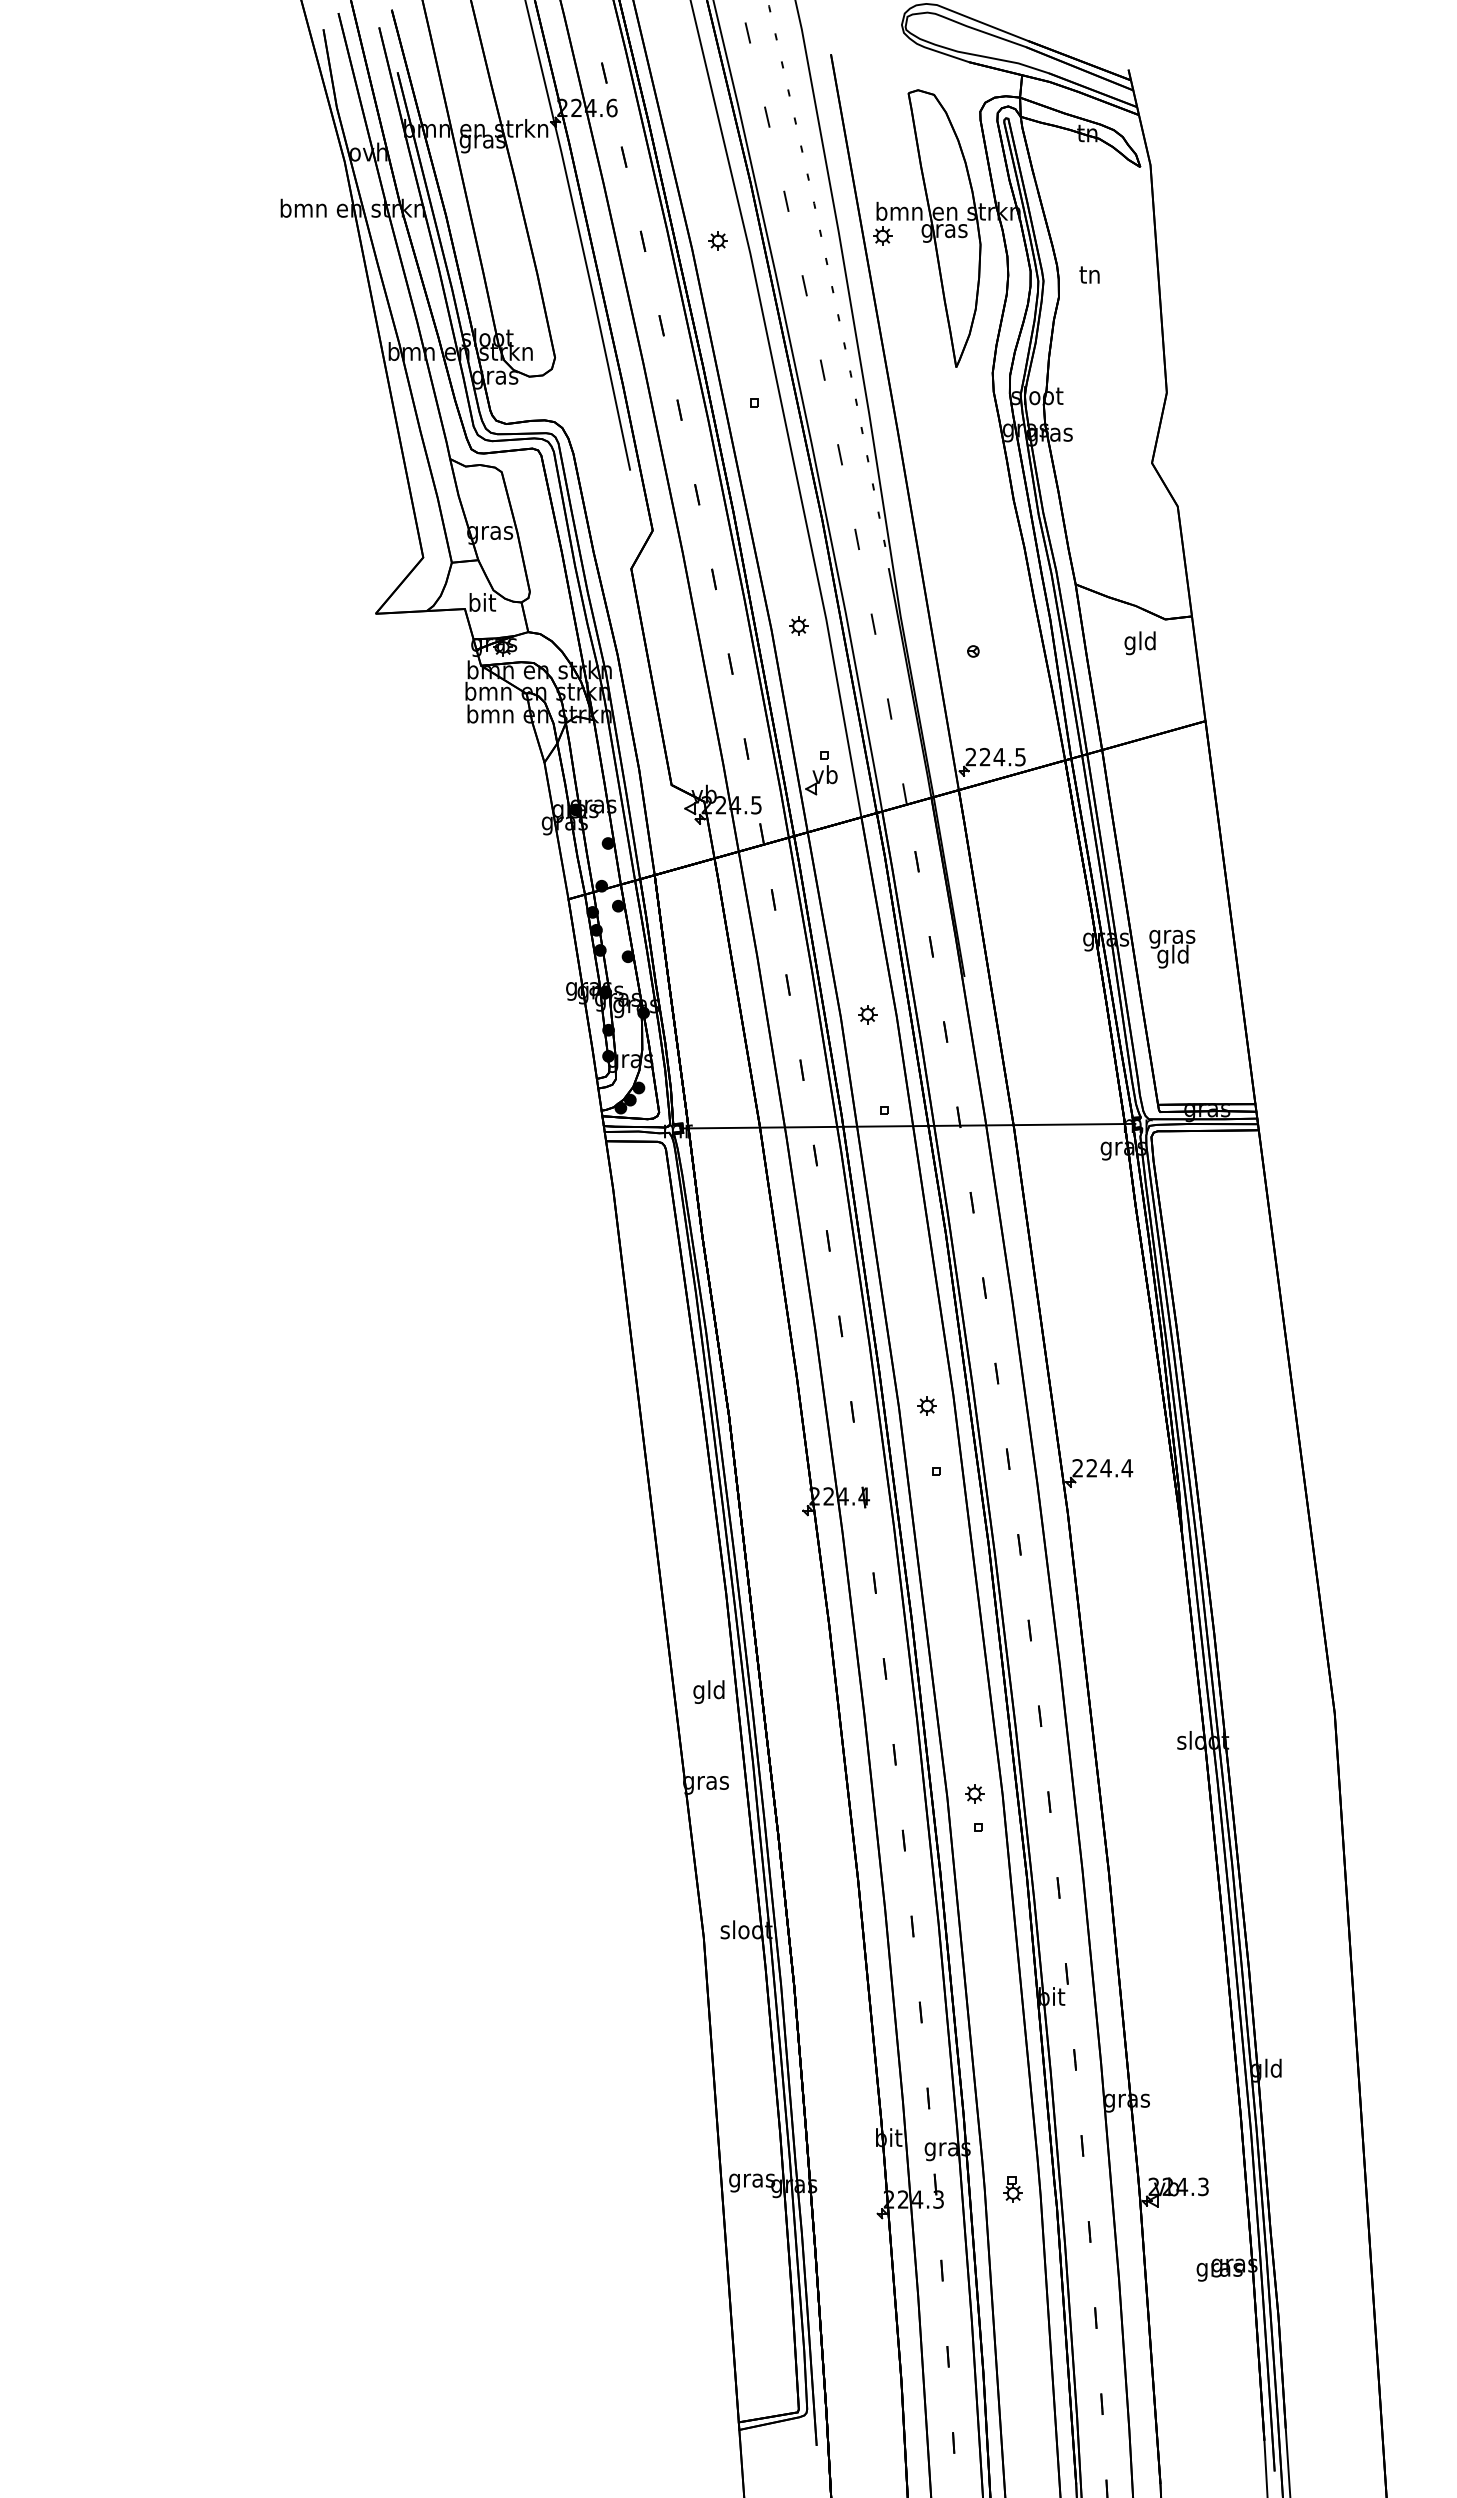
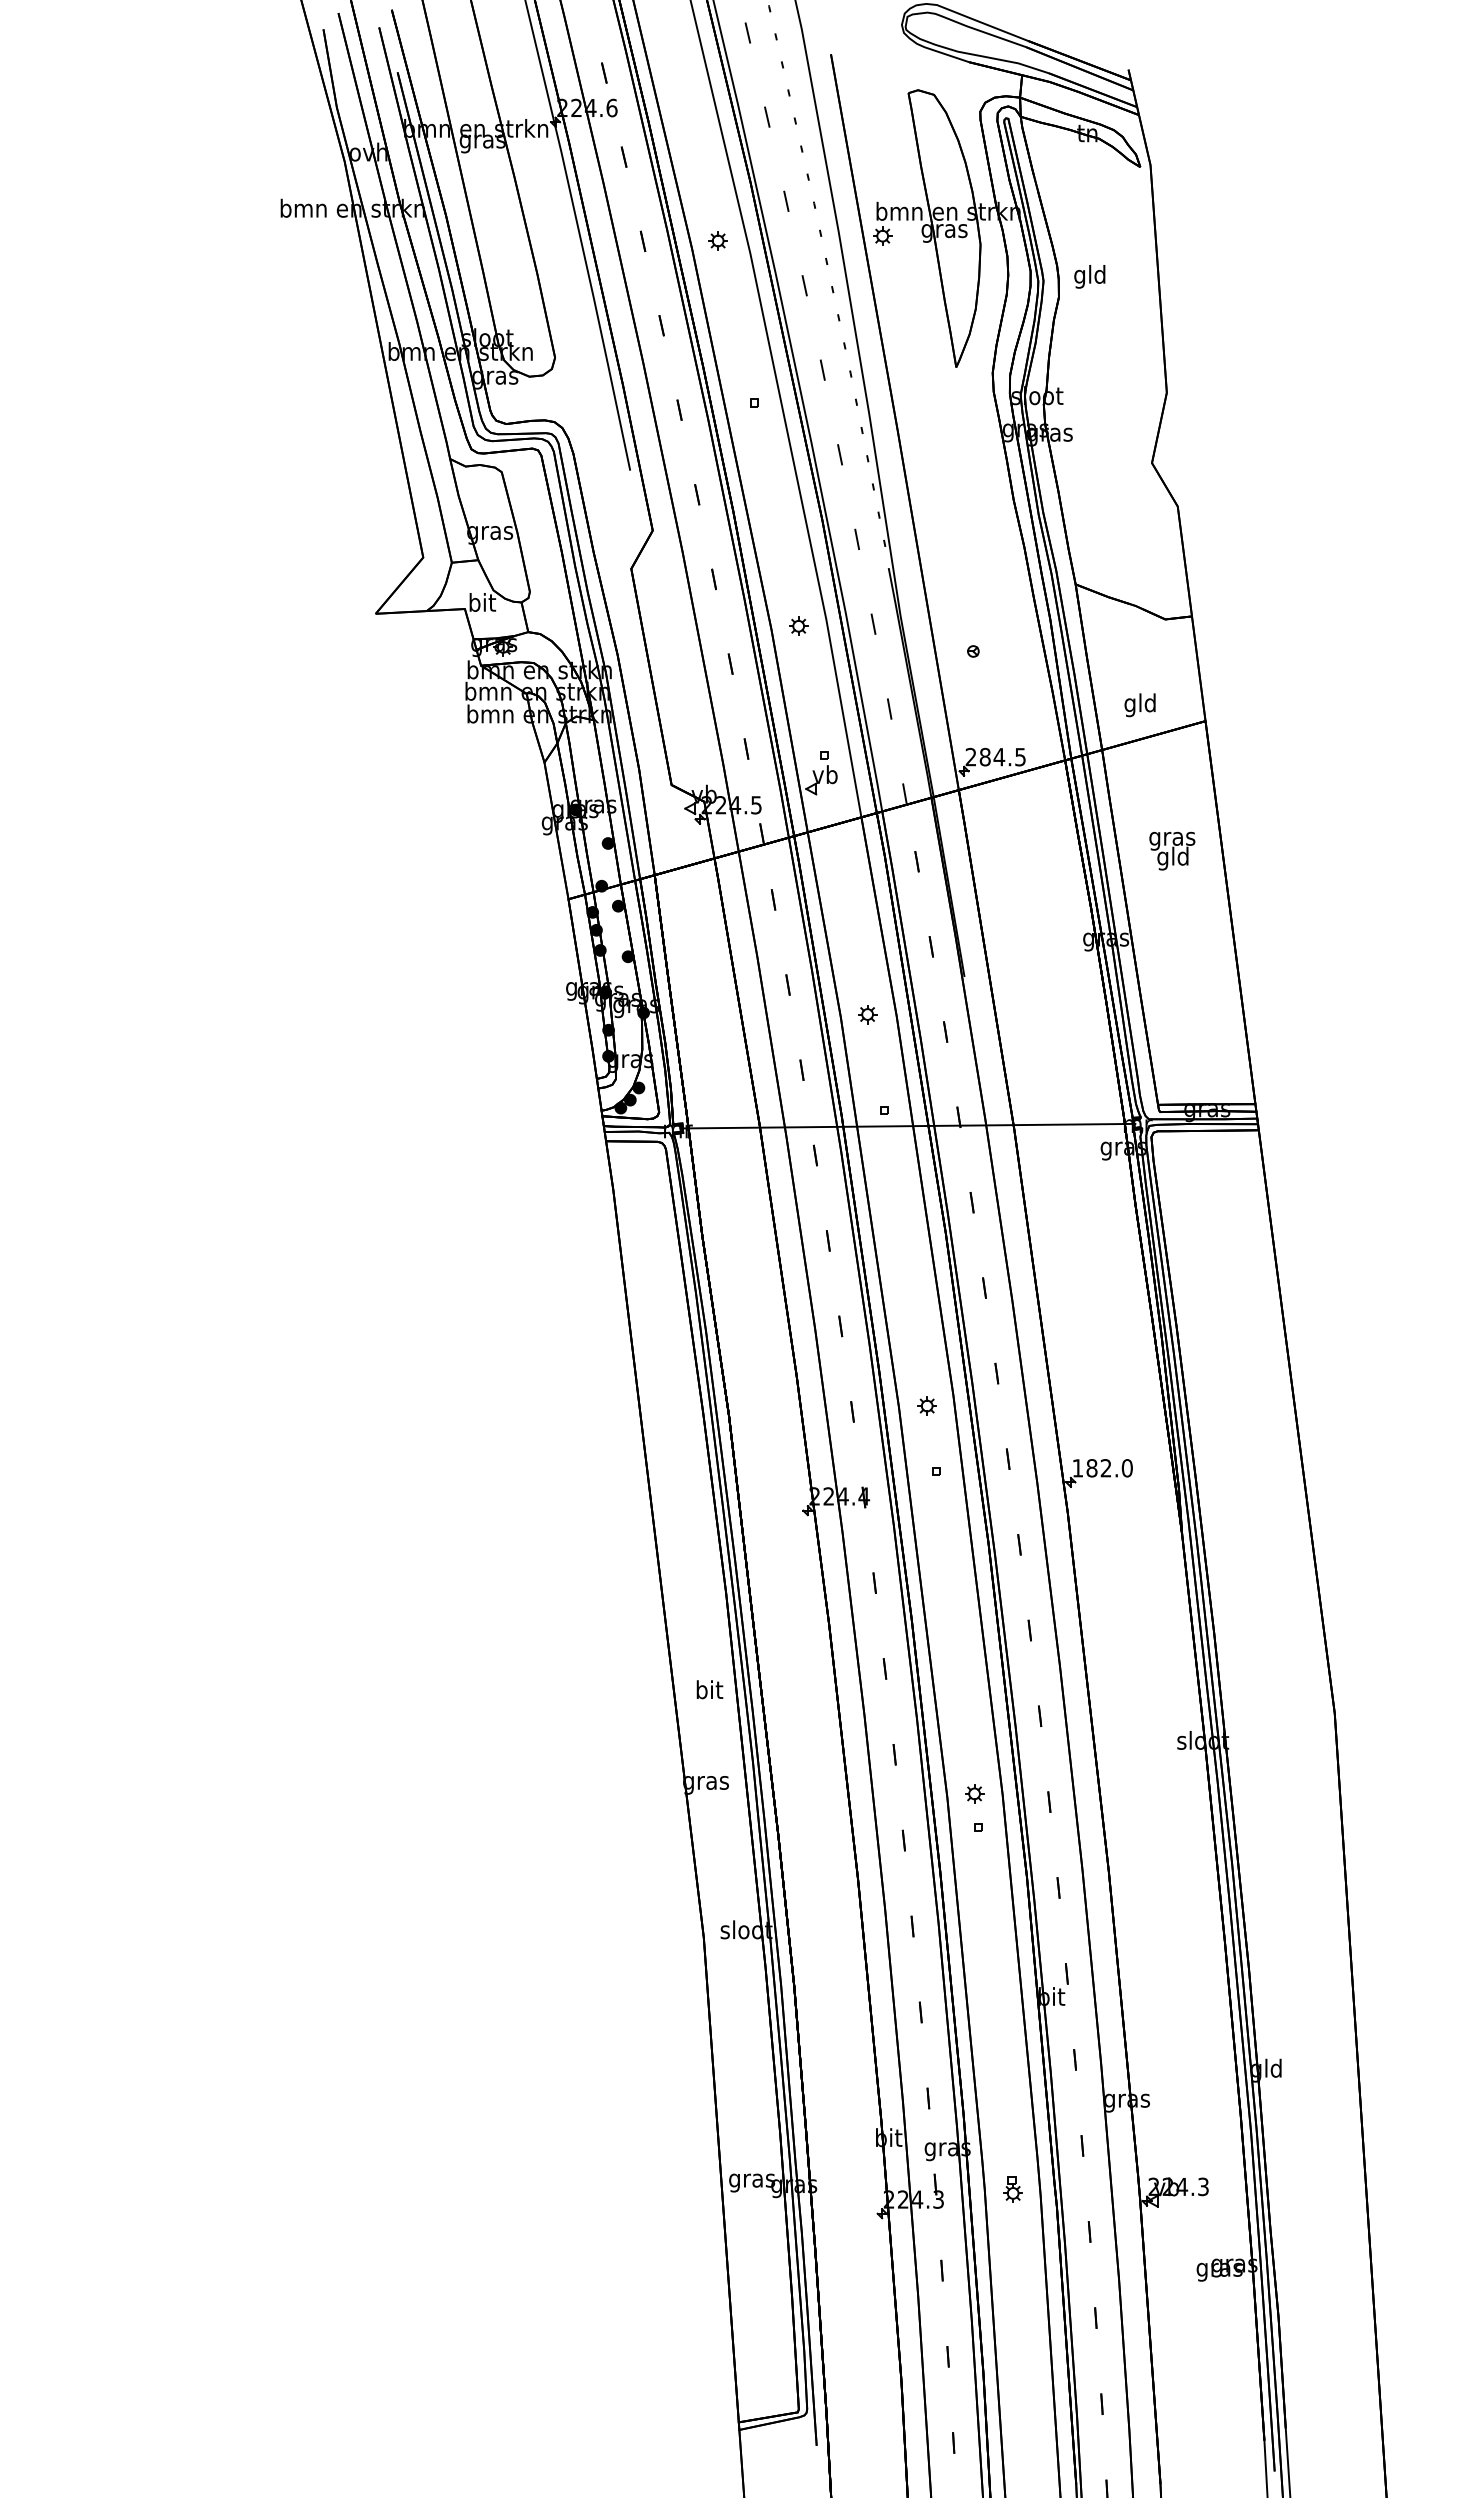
text at (1089, 276): tn -> gld
text at (1139, 643) position: (1139, 643) -> (1139, 705)
text at (984, 757): 224.5 -> 284.5
text at (1172, 948) position: (1172, 948) -> (1172, 850)
text at (1102, 1468): 224.4 -> 182.0
text at (708, 1691): gld -> bit
